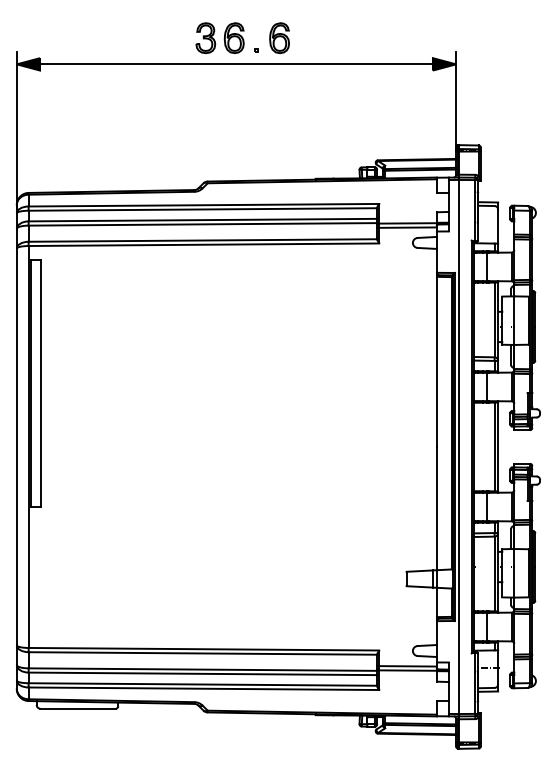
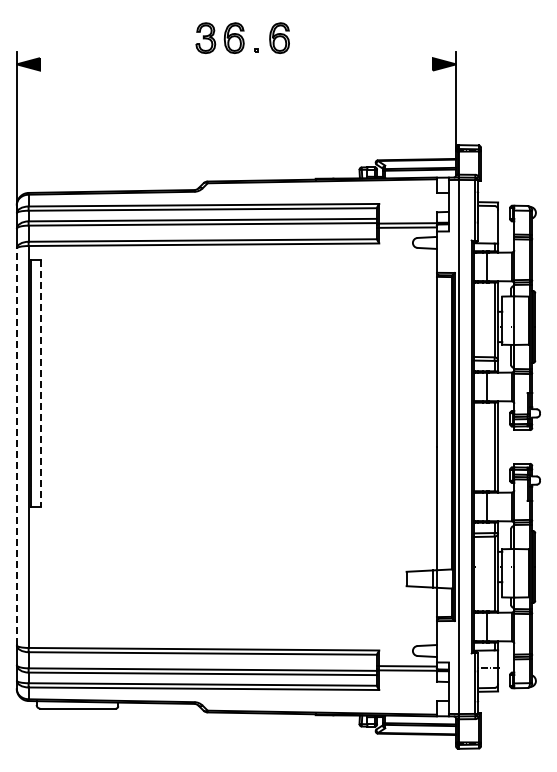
line at (236, 64): present -> none
line at (40, 383): solid -> dashed
line at (16, 446): solid -> dashed
